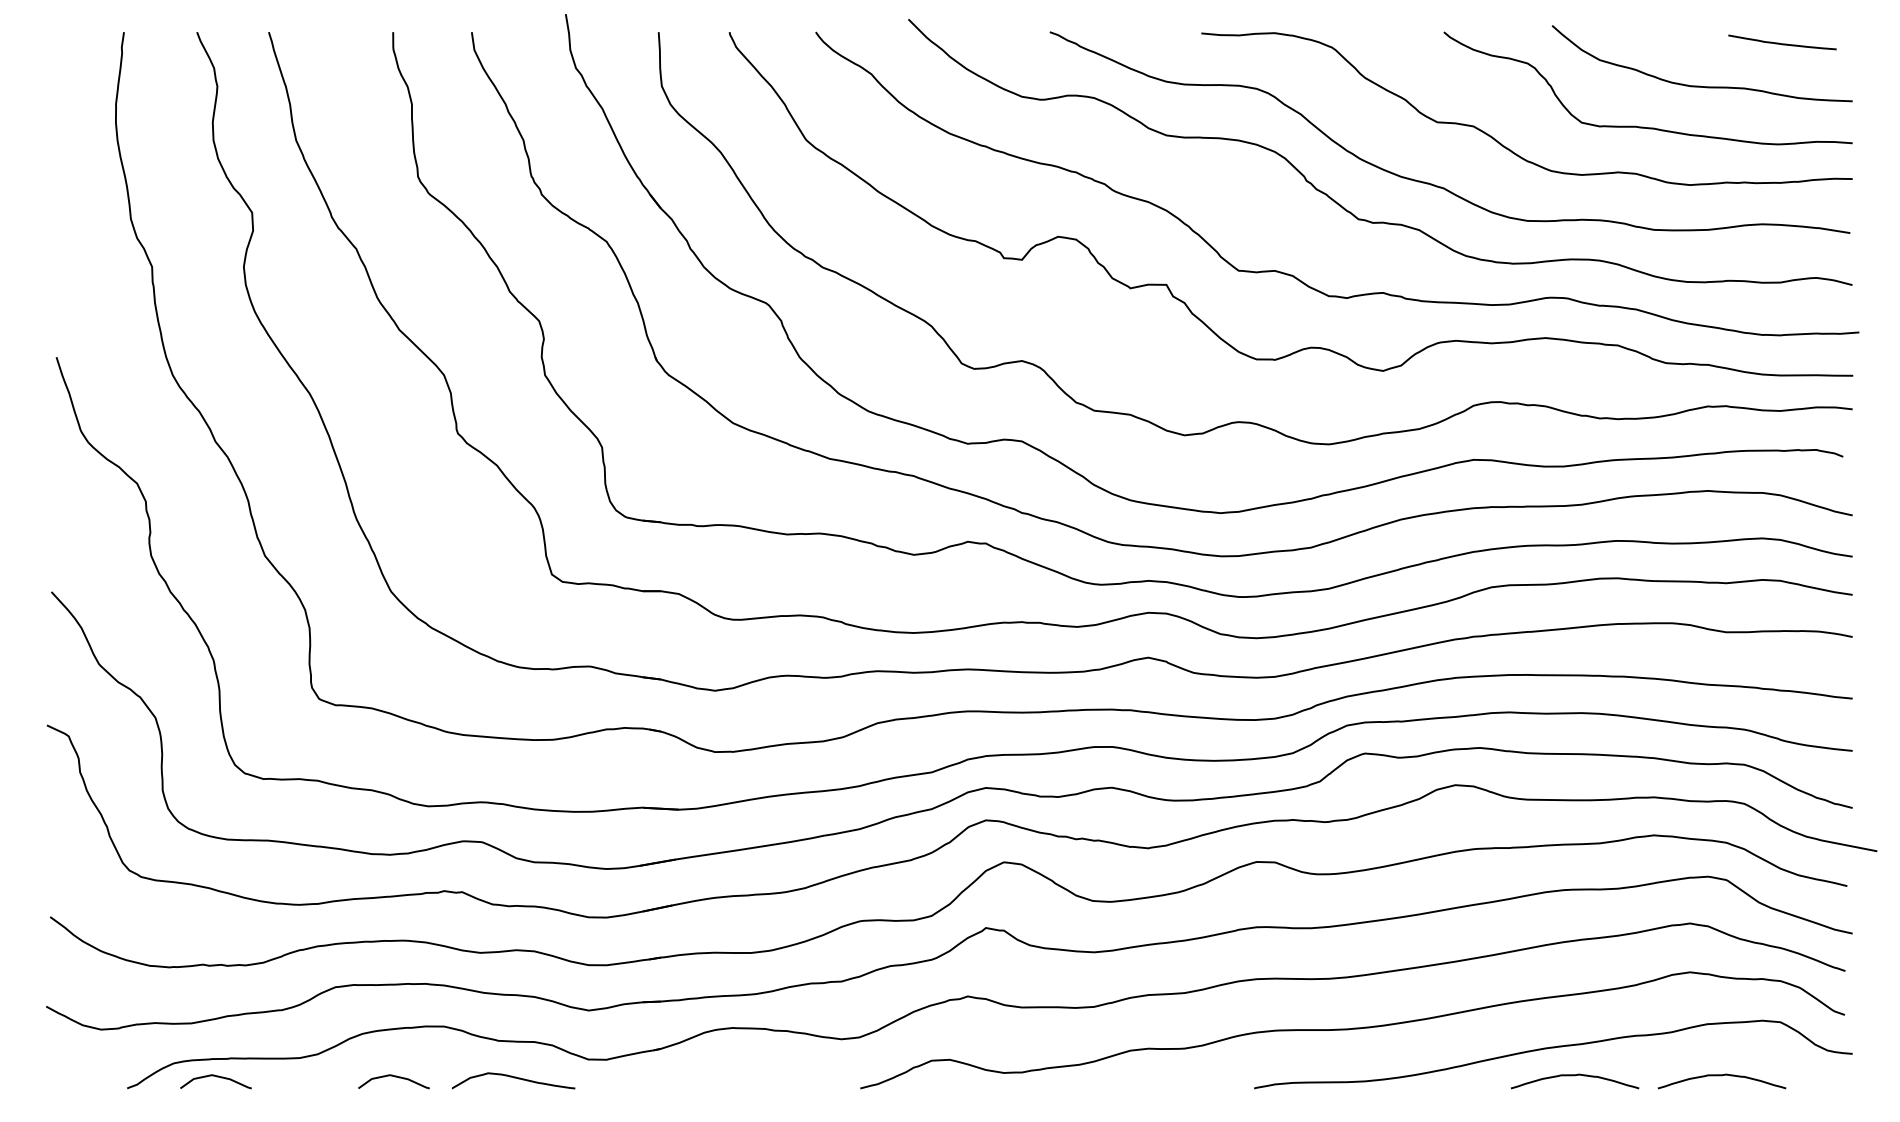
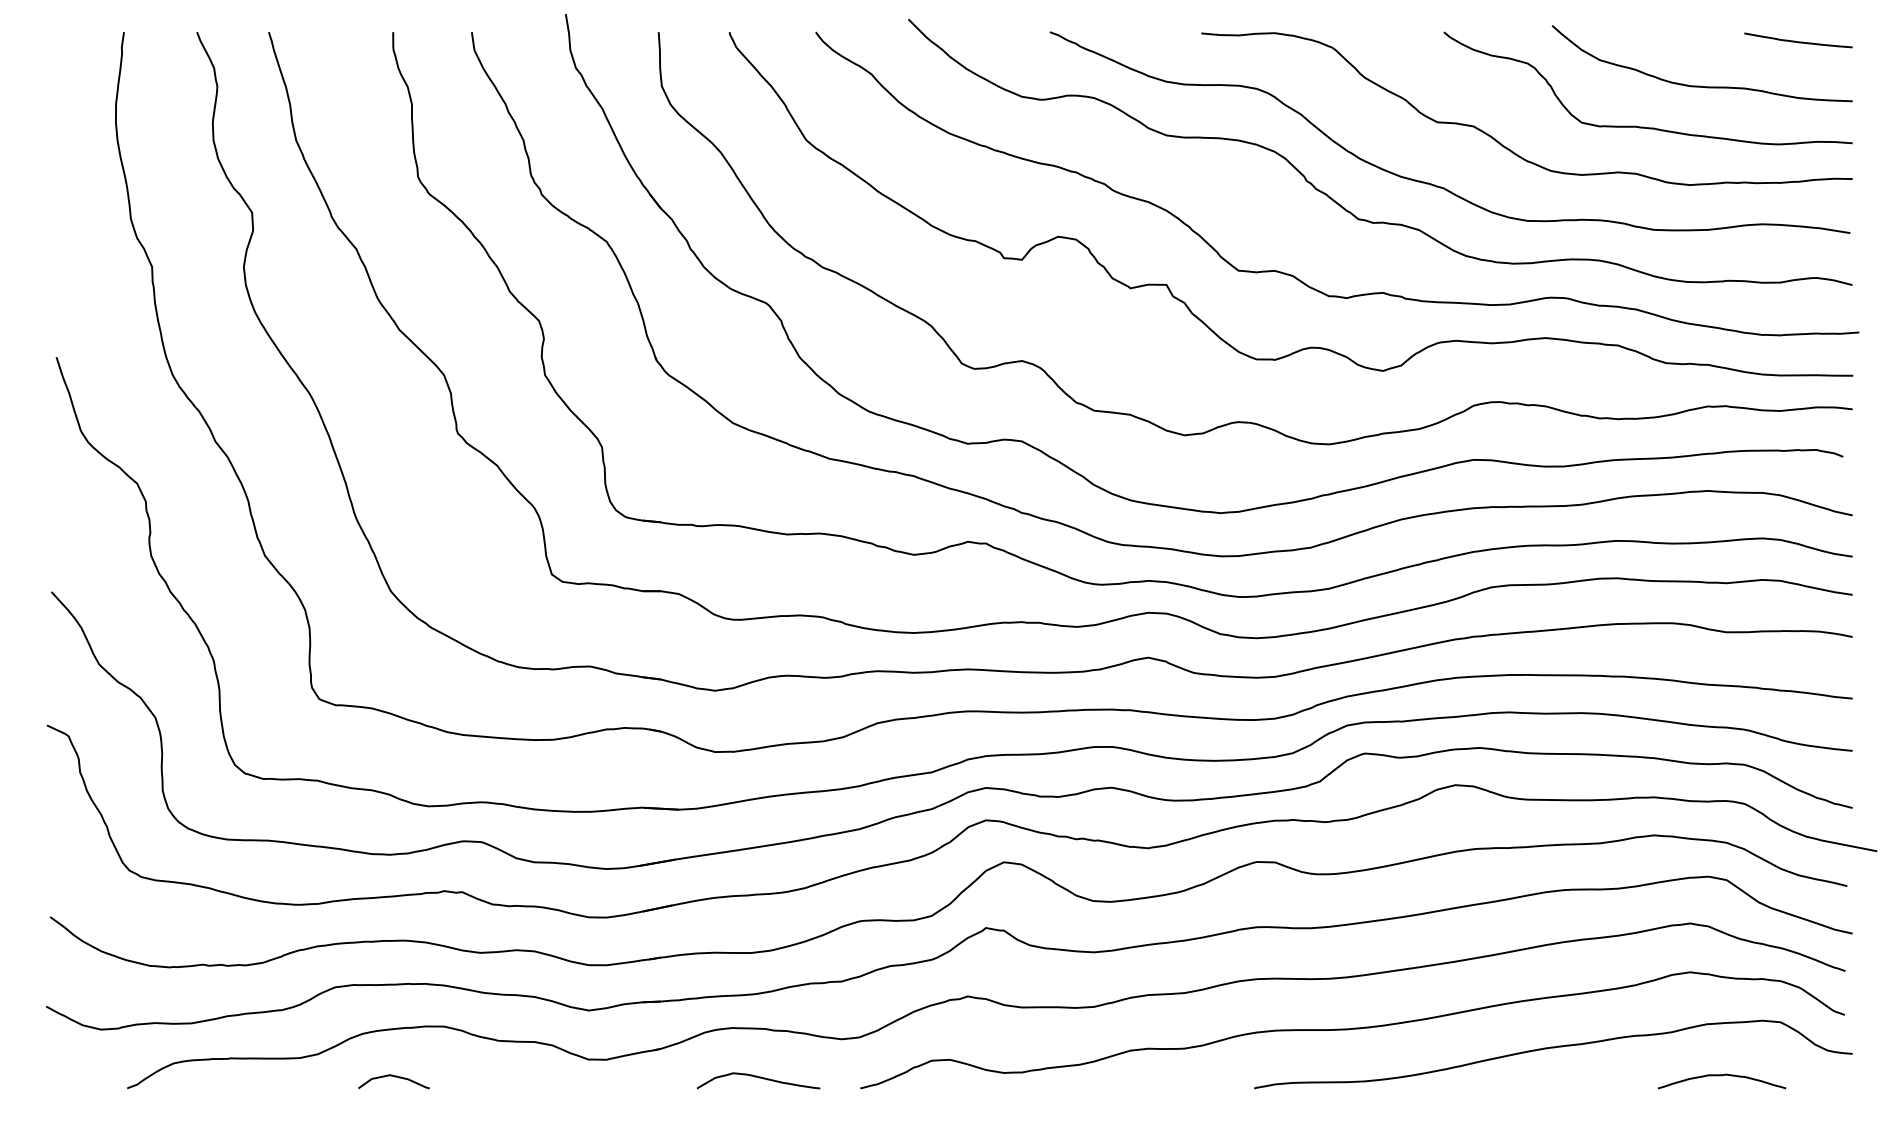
curve at (1782, 43) position: (1782, 43) -> (1798, 41)
curve at (1574, 1076): present -> none
curve at (216, 1077): present -> none
curve at (514, 1078) position: (514, 1078) -> (759, 1078)
